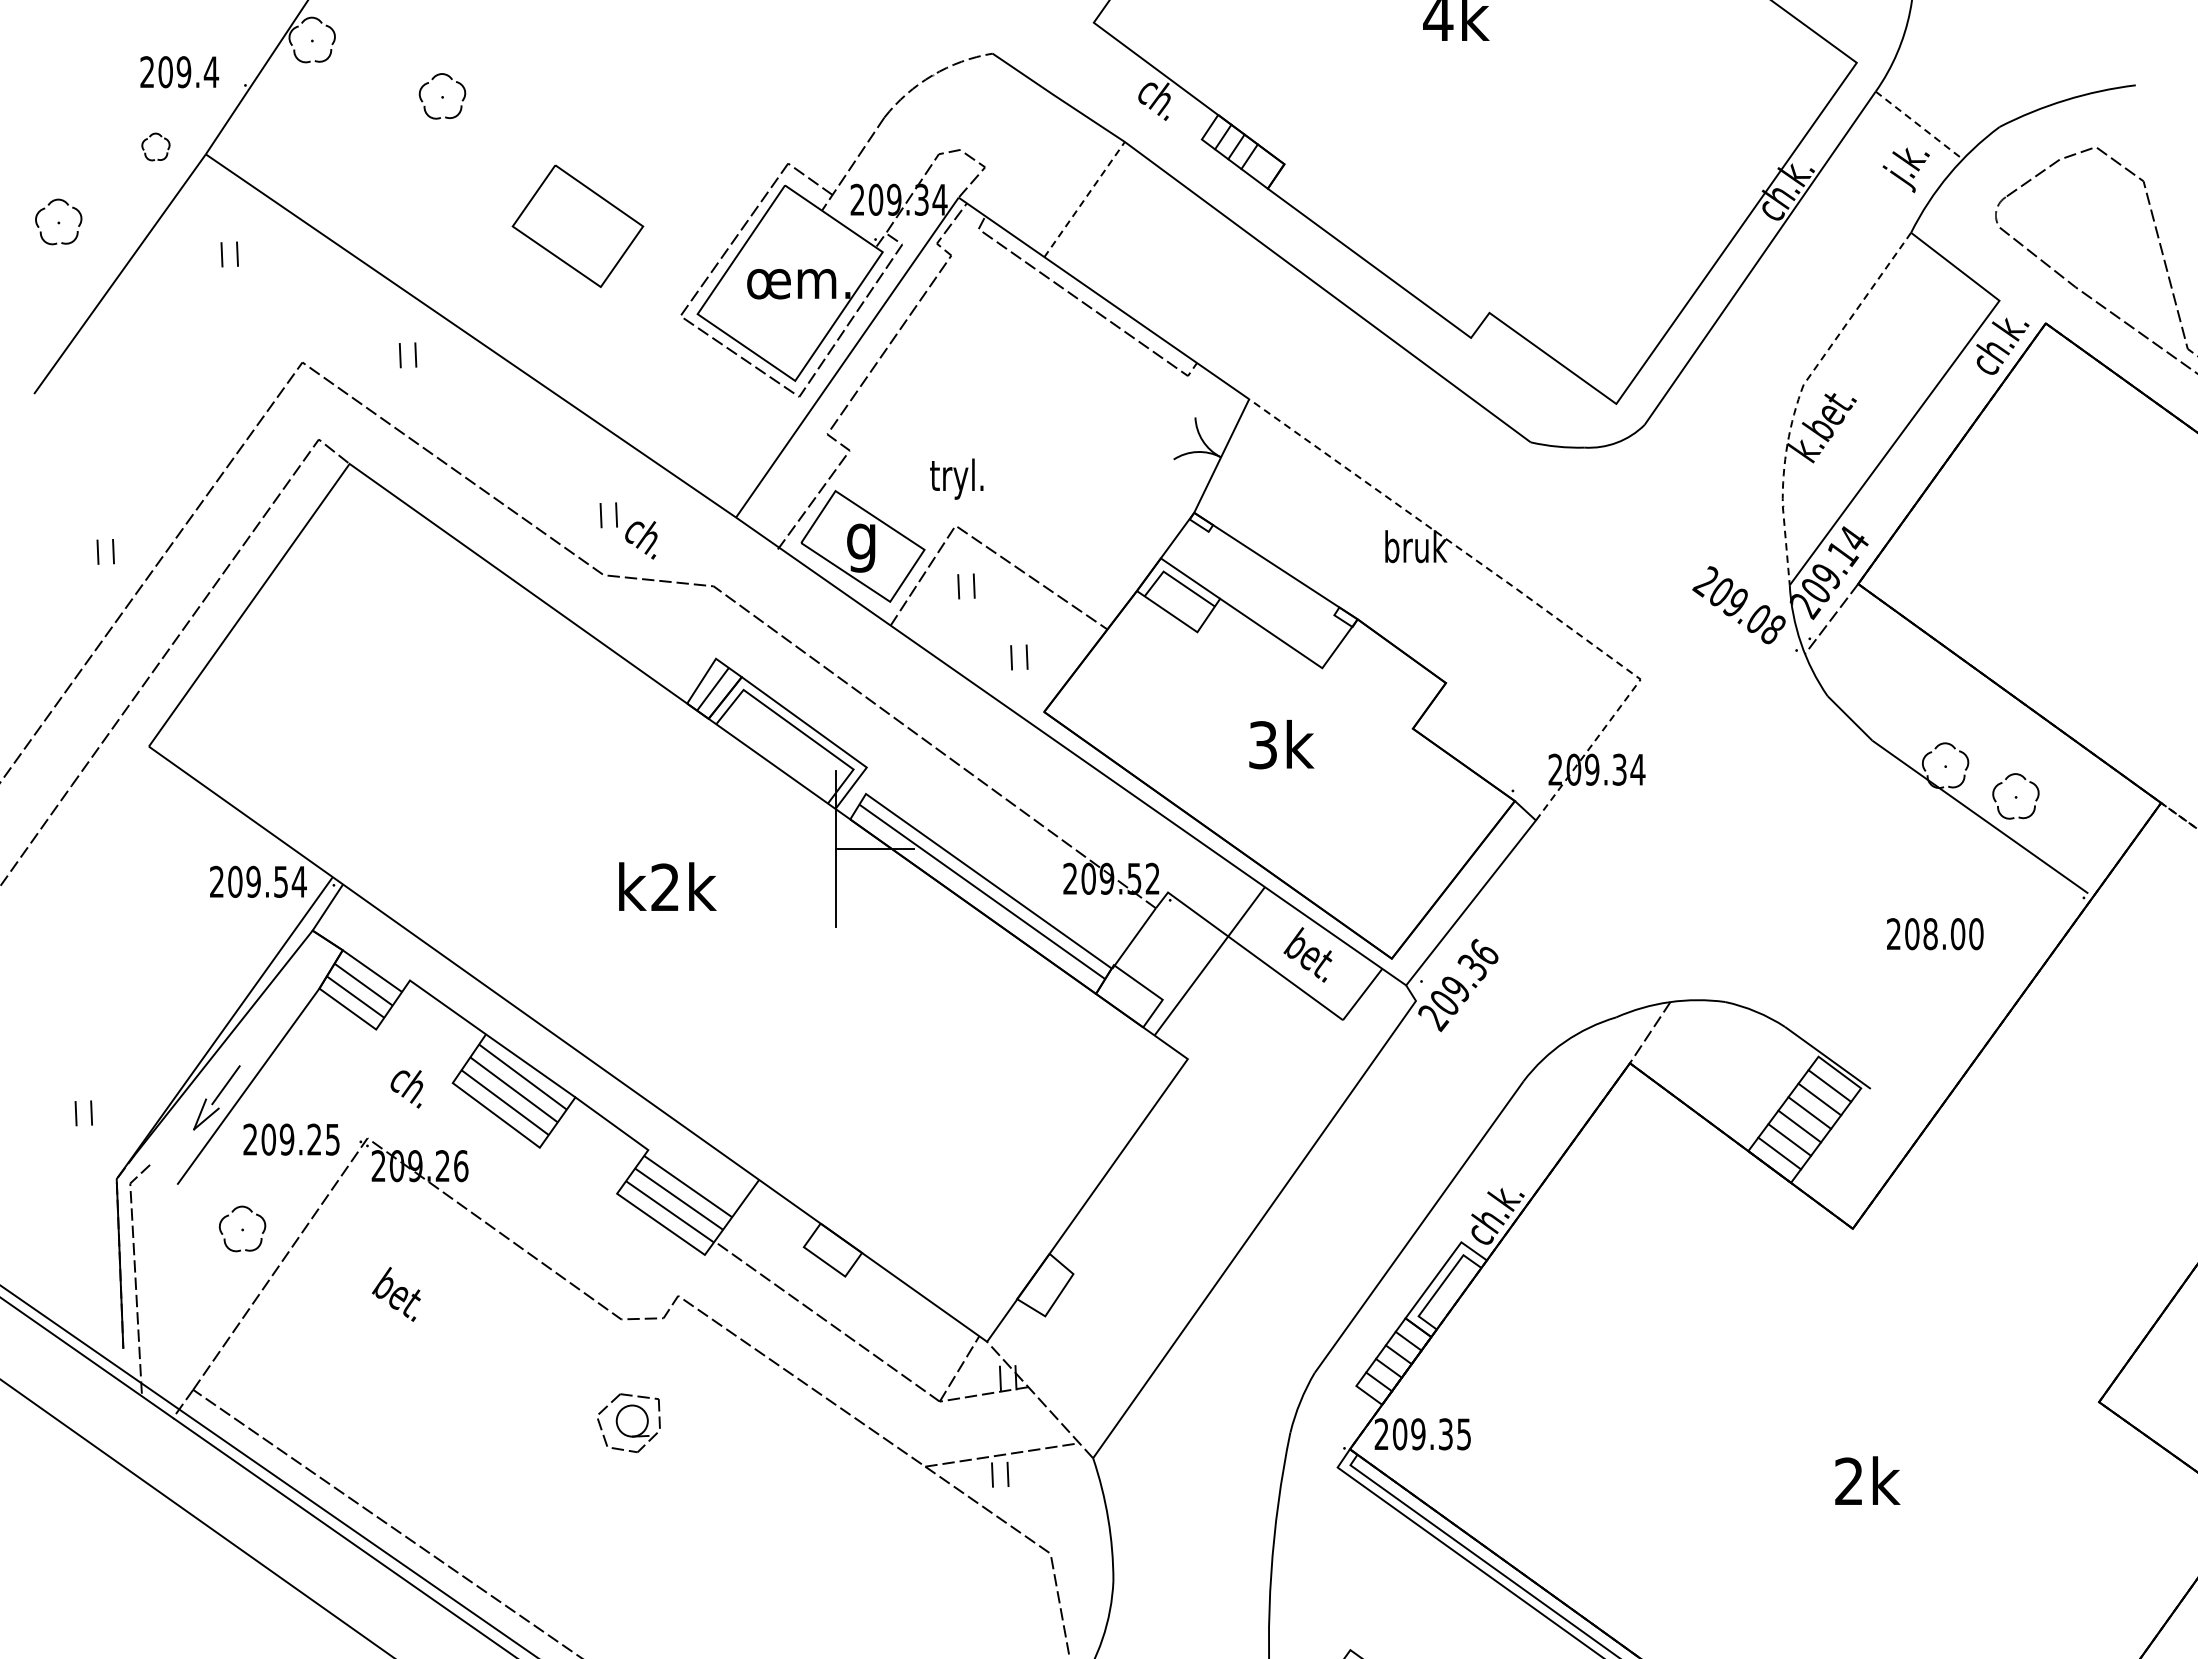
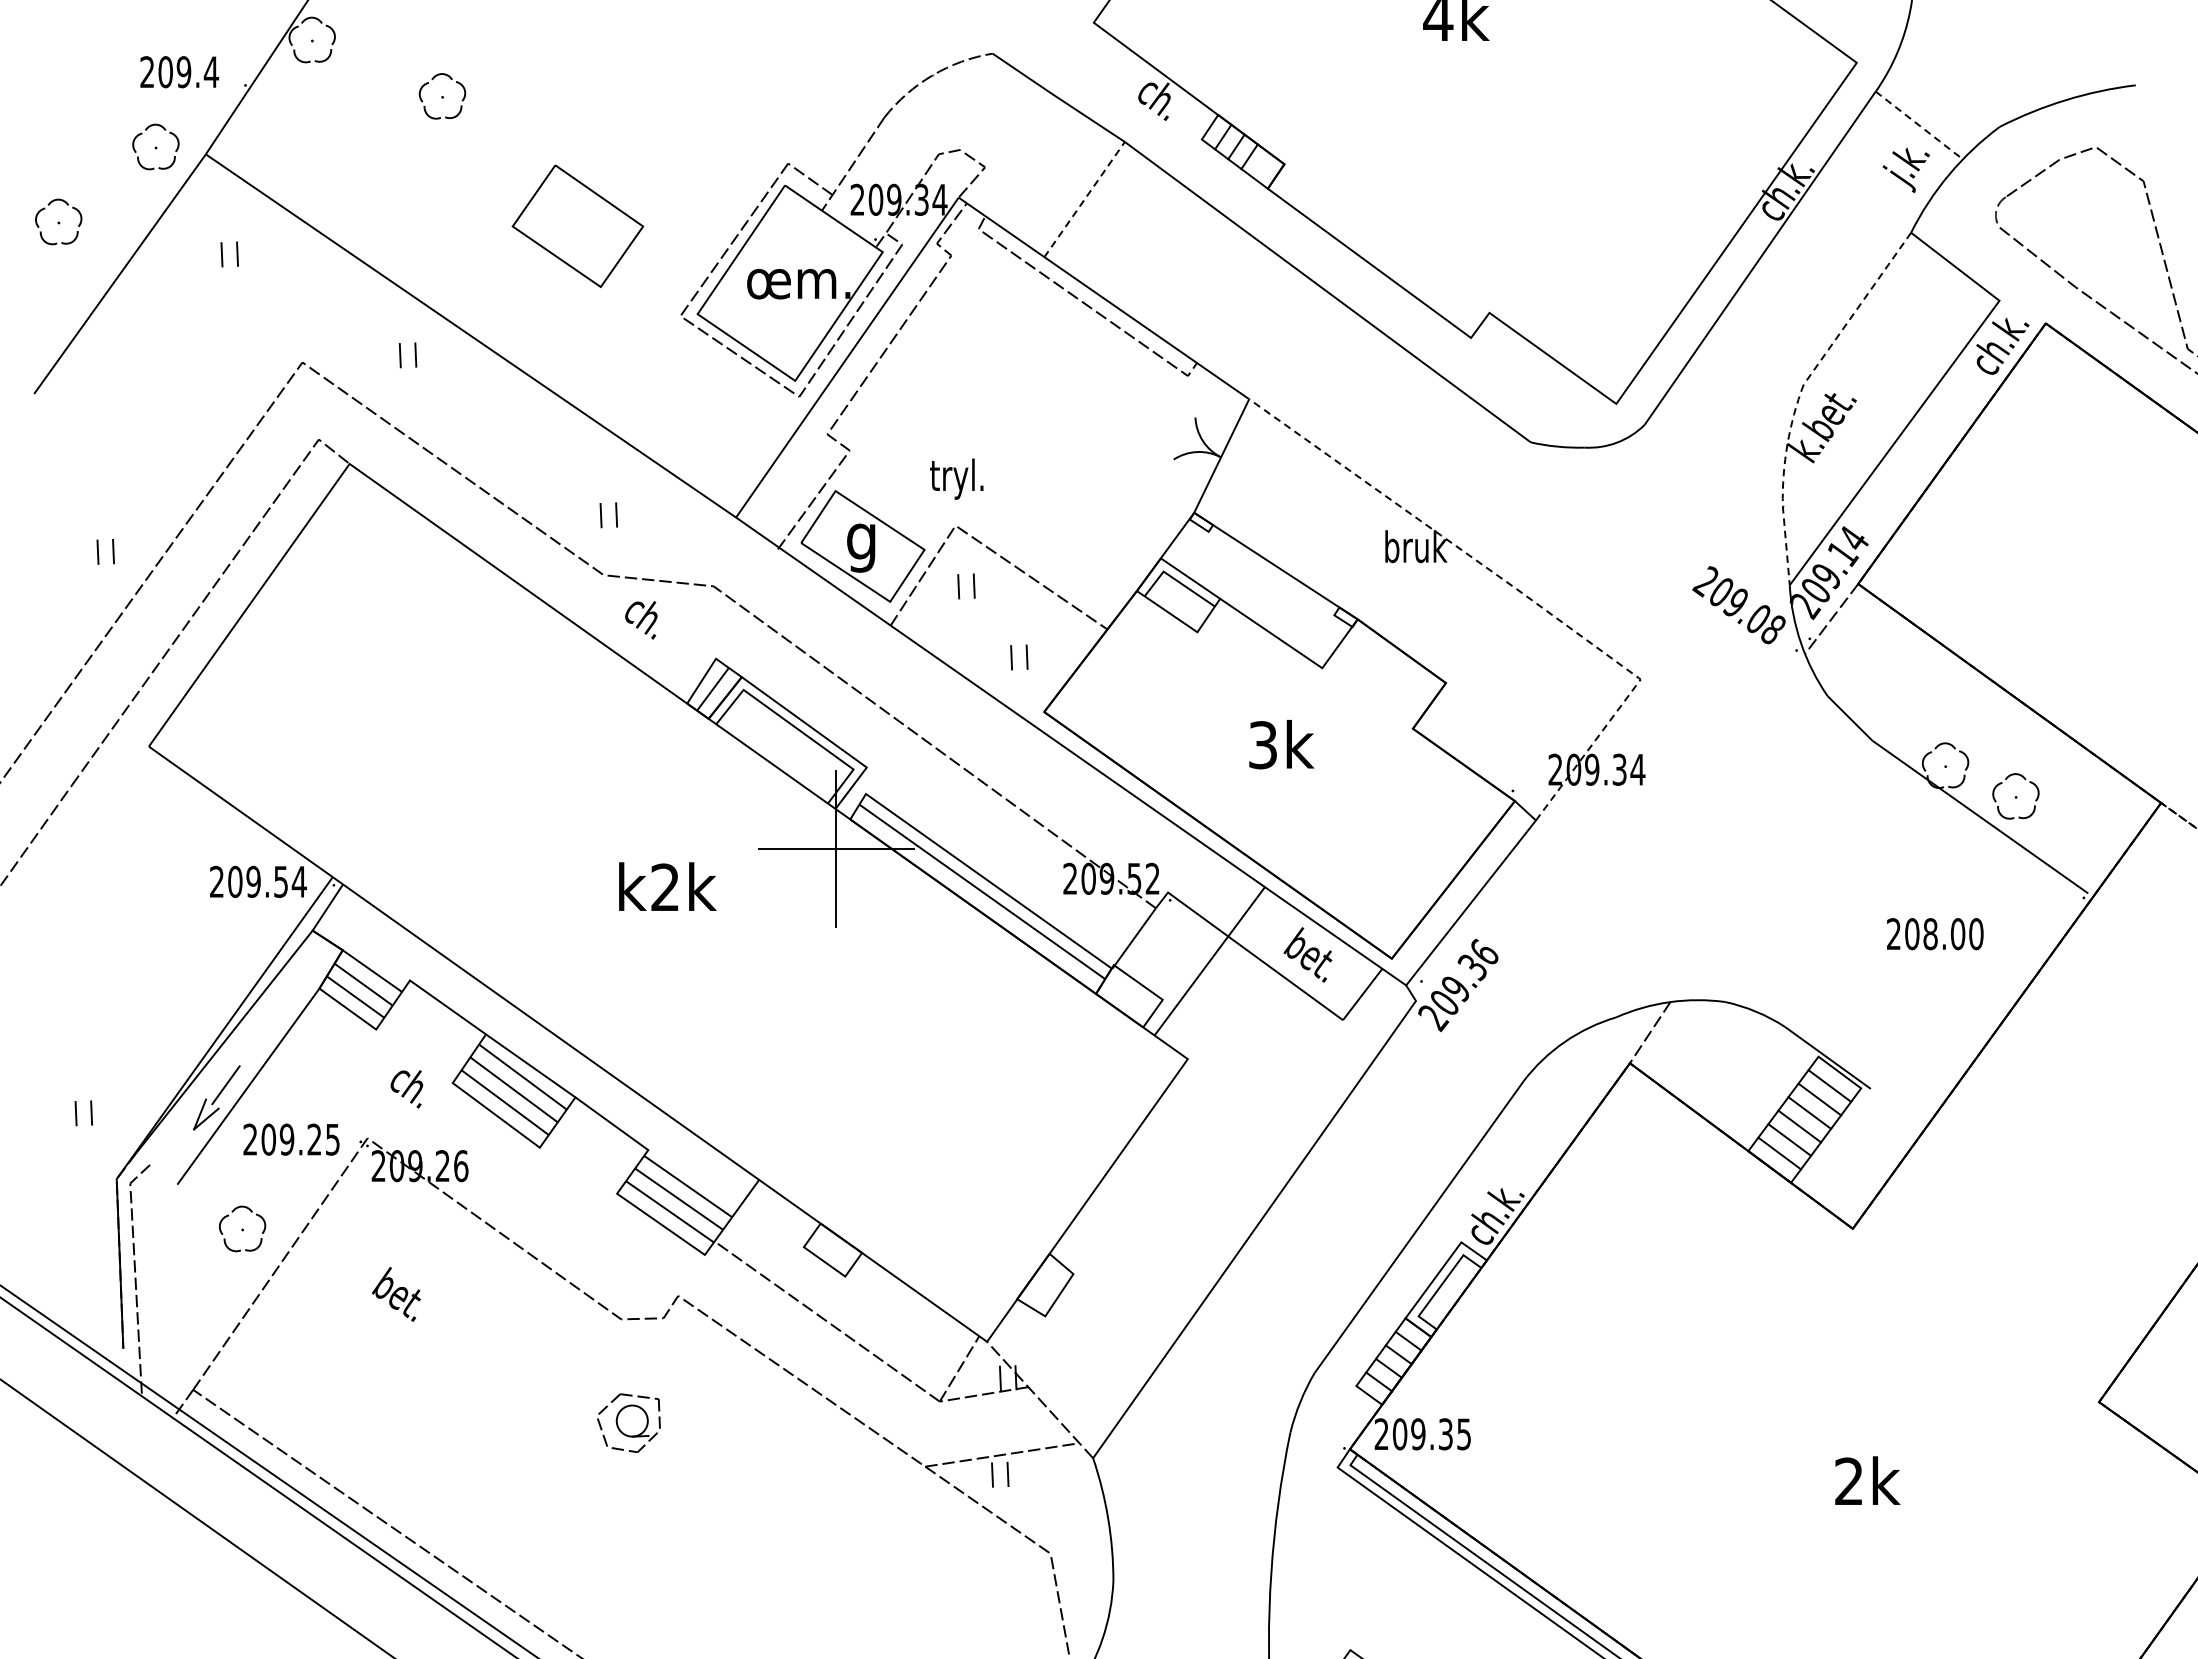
part at (155, 146) size: 30x30 px -> 48x48 px
text at (641, 540) position: (641, 540) -> (641, 620)
line at (797, 849): none -> present
